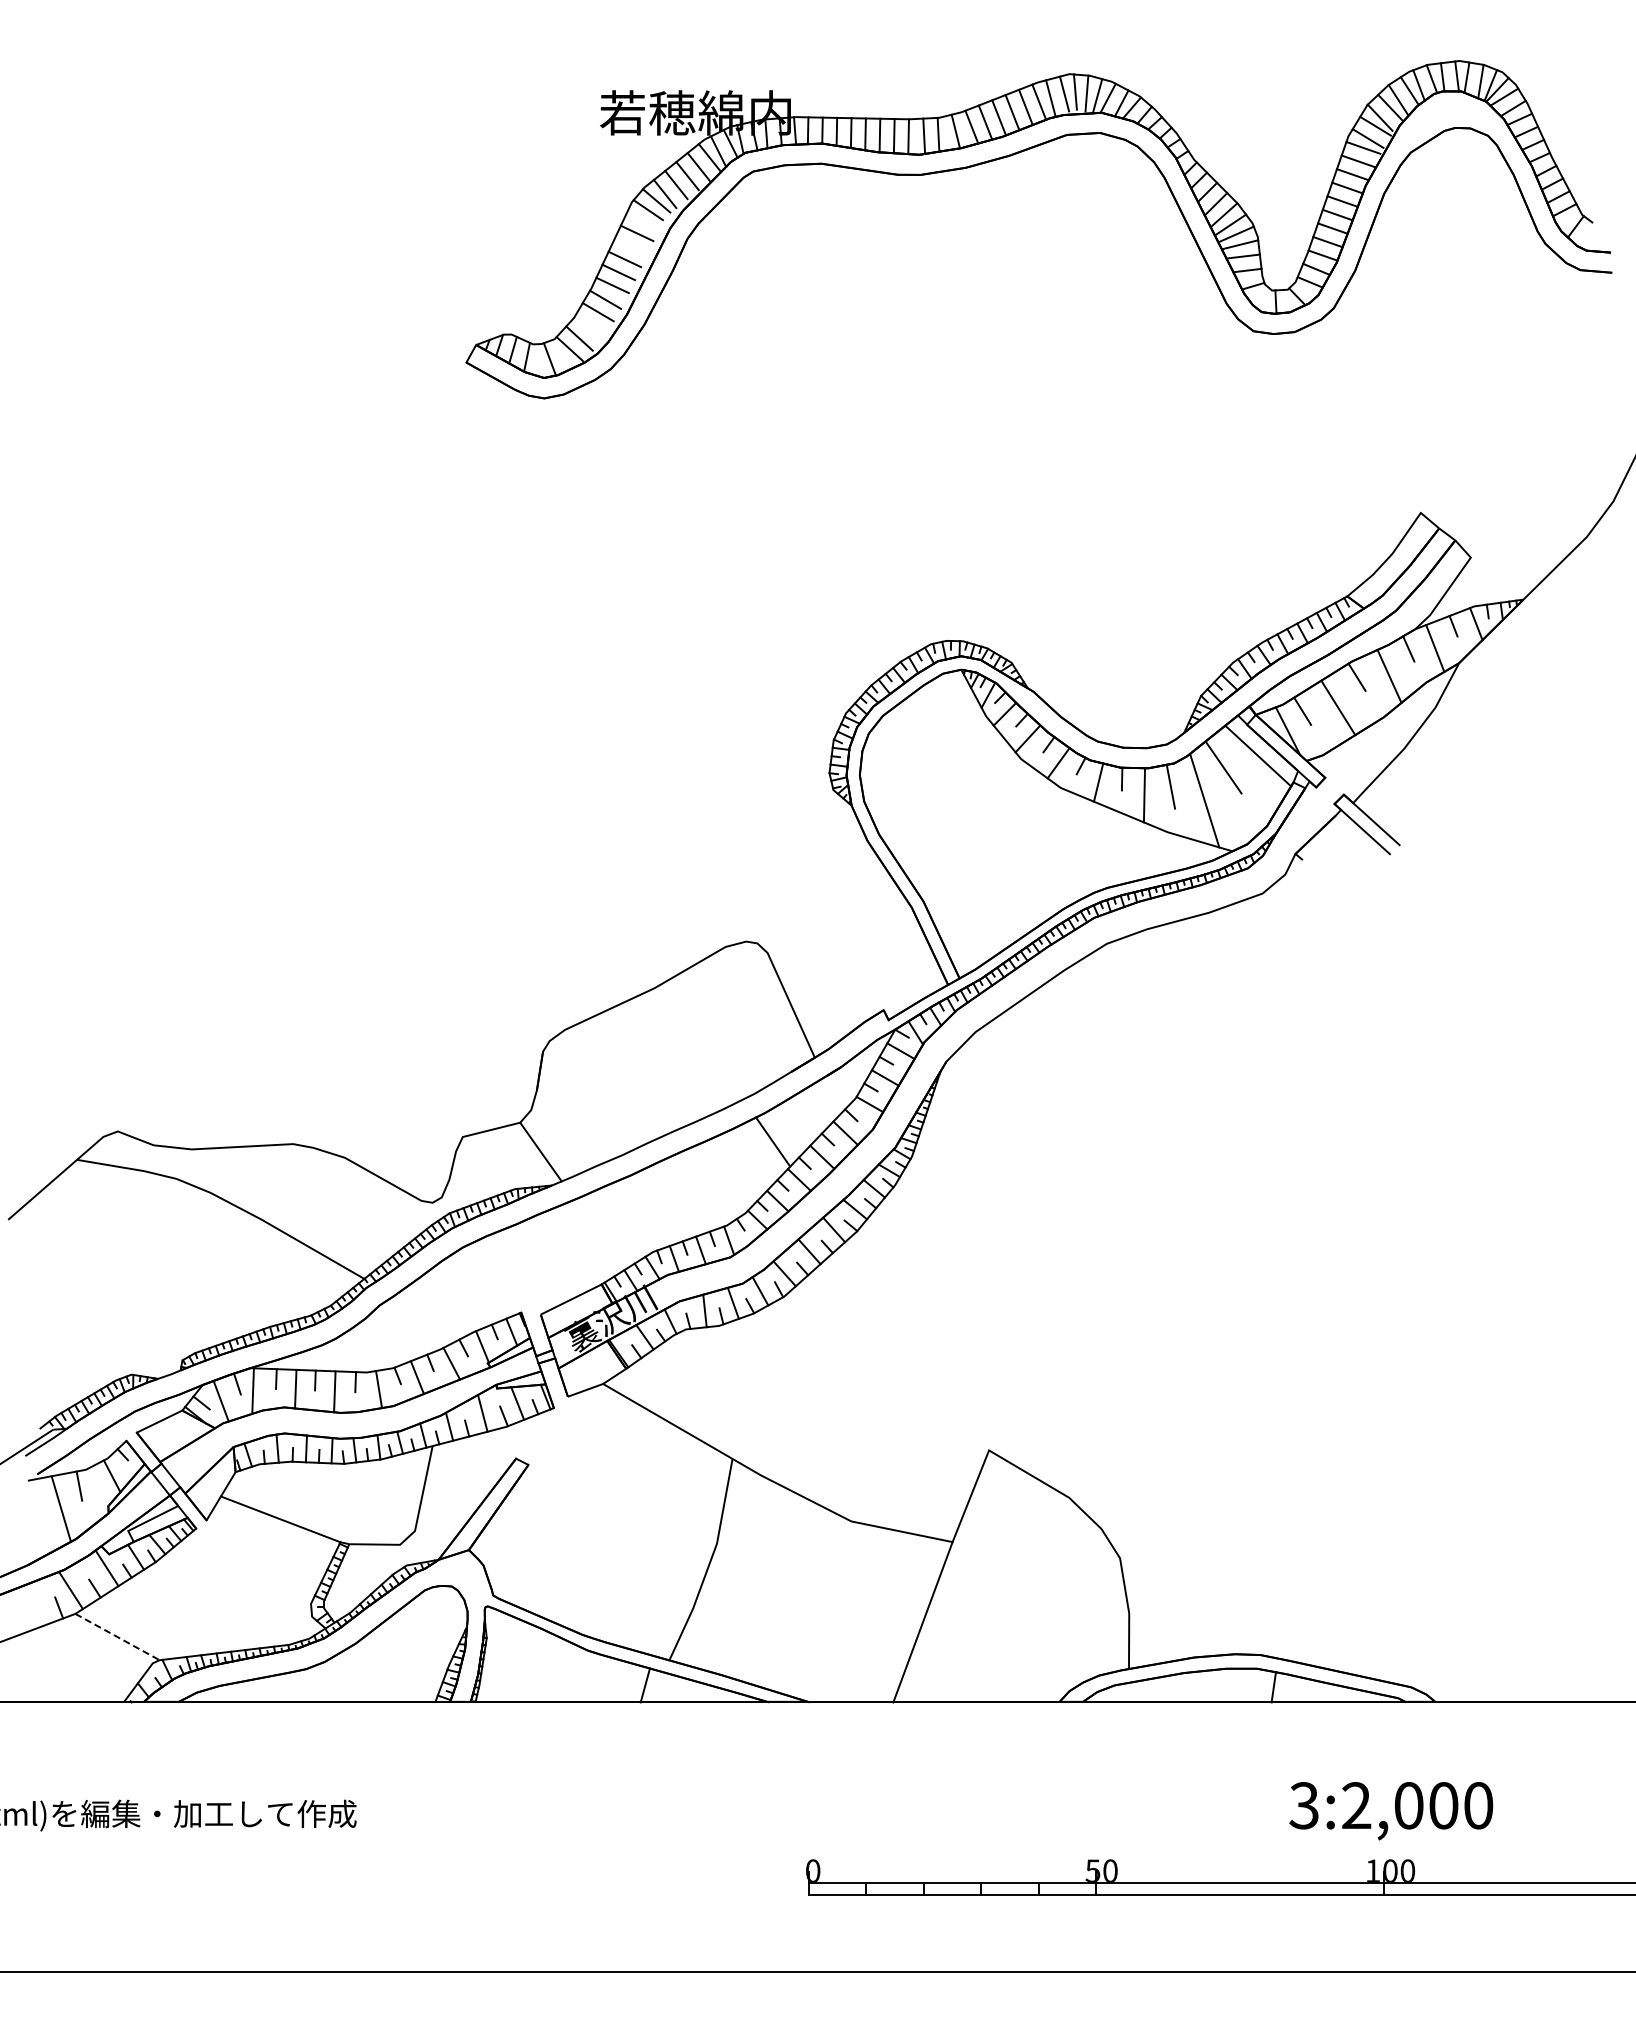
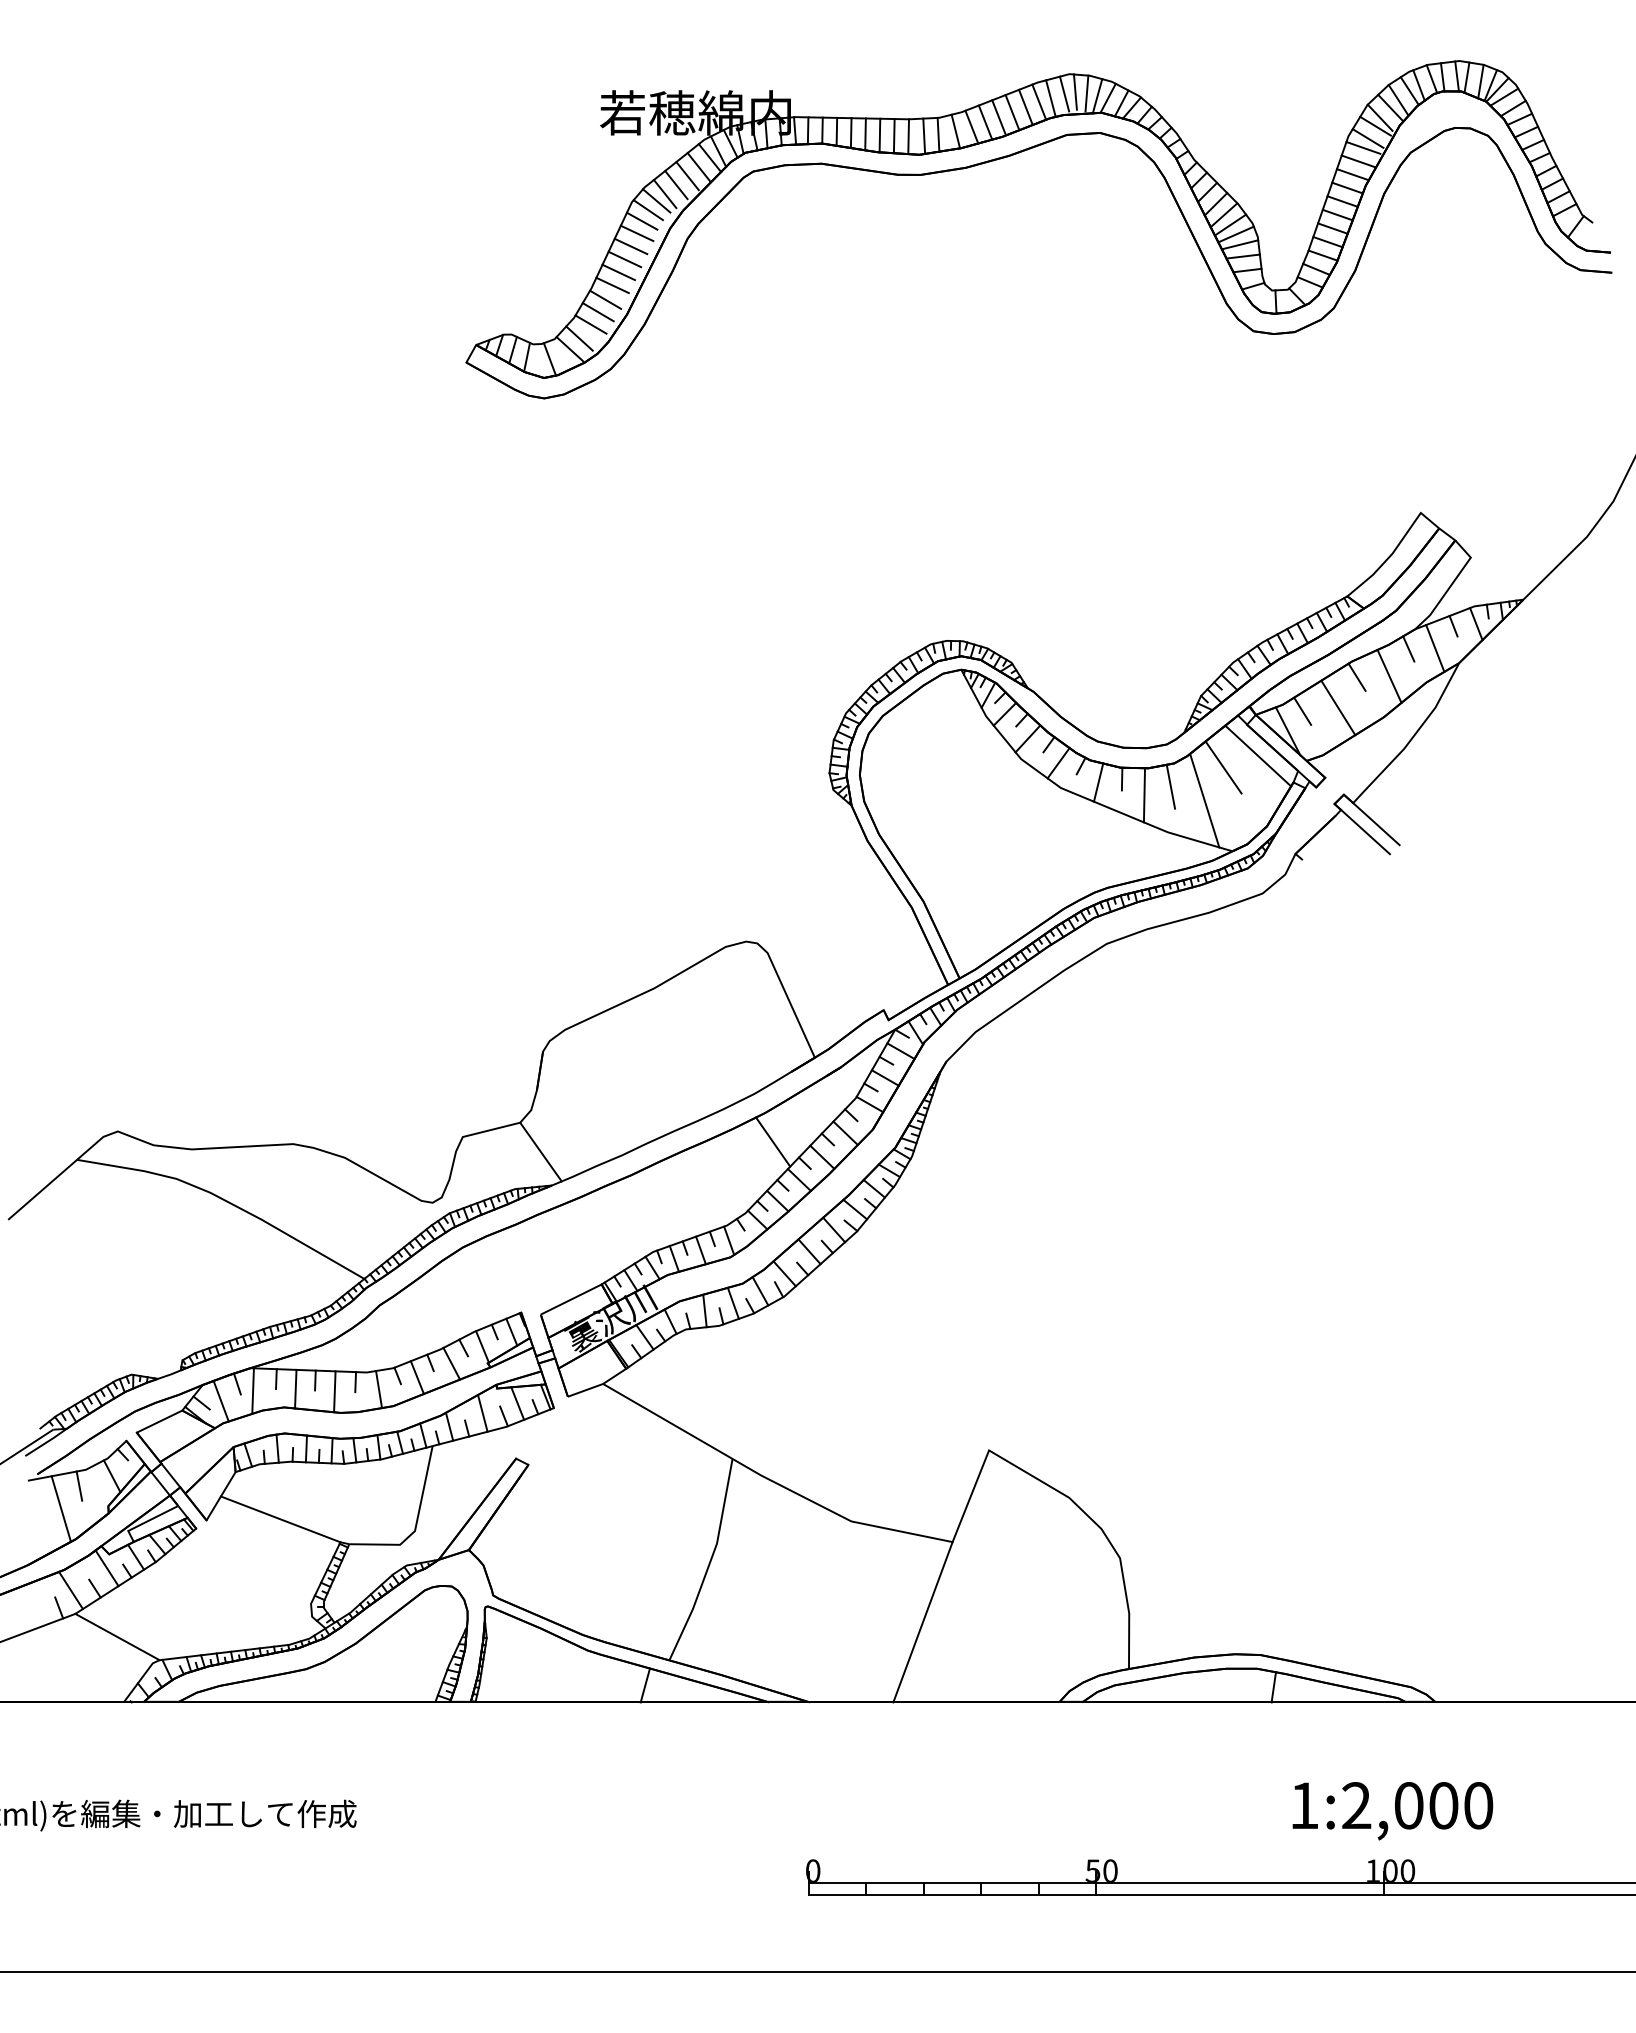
line at (641, 220): none -> present
line at (630, 246): none -> present
line at (590, 324): none -> present
line at (117, 1637): dashed -> solid
text at (1303, 1805): 3:2,000 -> 1:2,000
